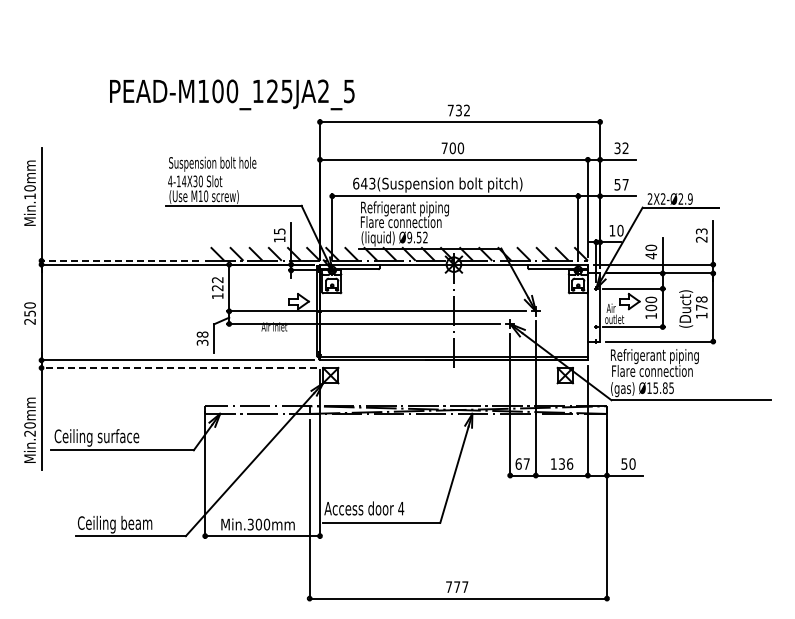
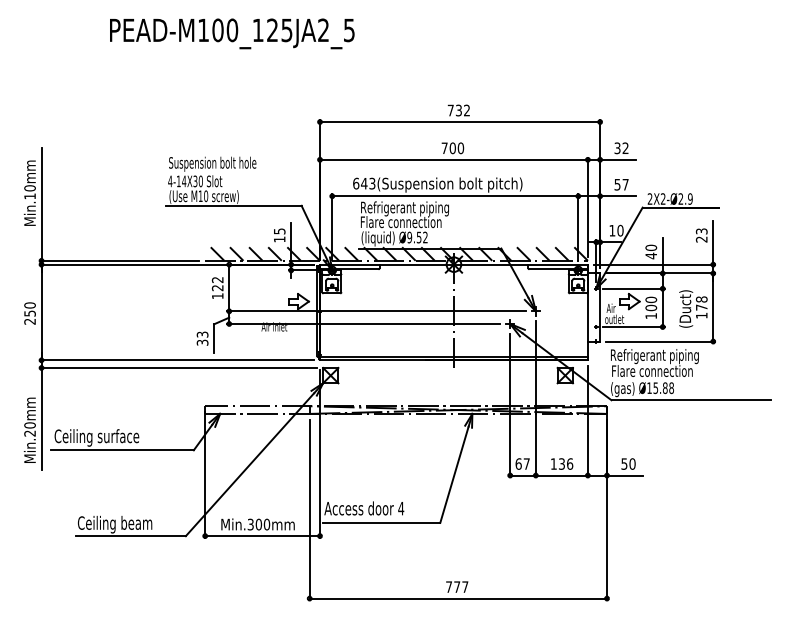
text at (232, 94) position: (232, 94) -> (232, 33)
line at (119, 260): dashed -> solid
text at (202, 334): 38 -> 33
line at (178, 367): dashed -> solid
text at (671, 387): Ø15.85 -> Ø15.88
